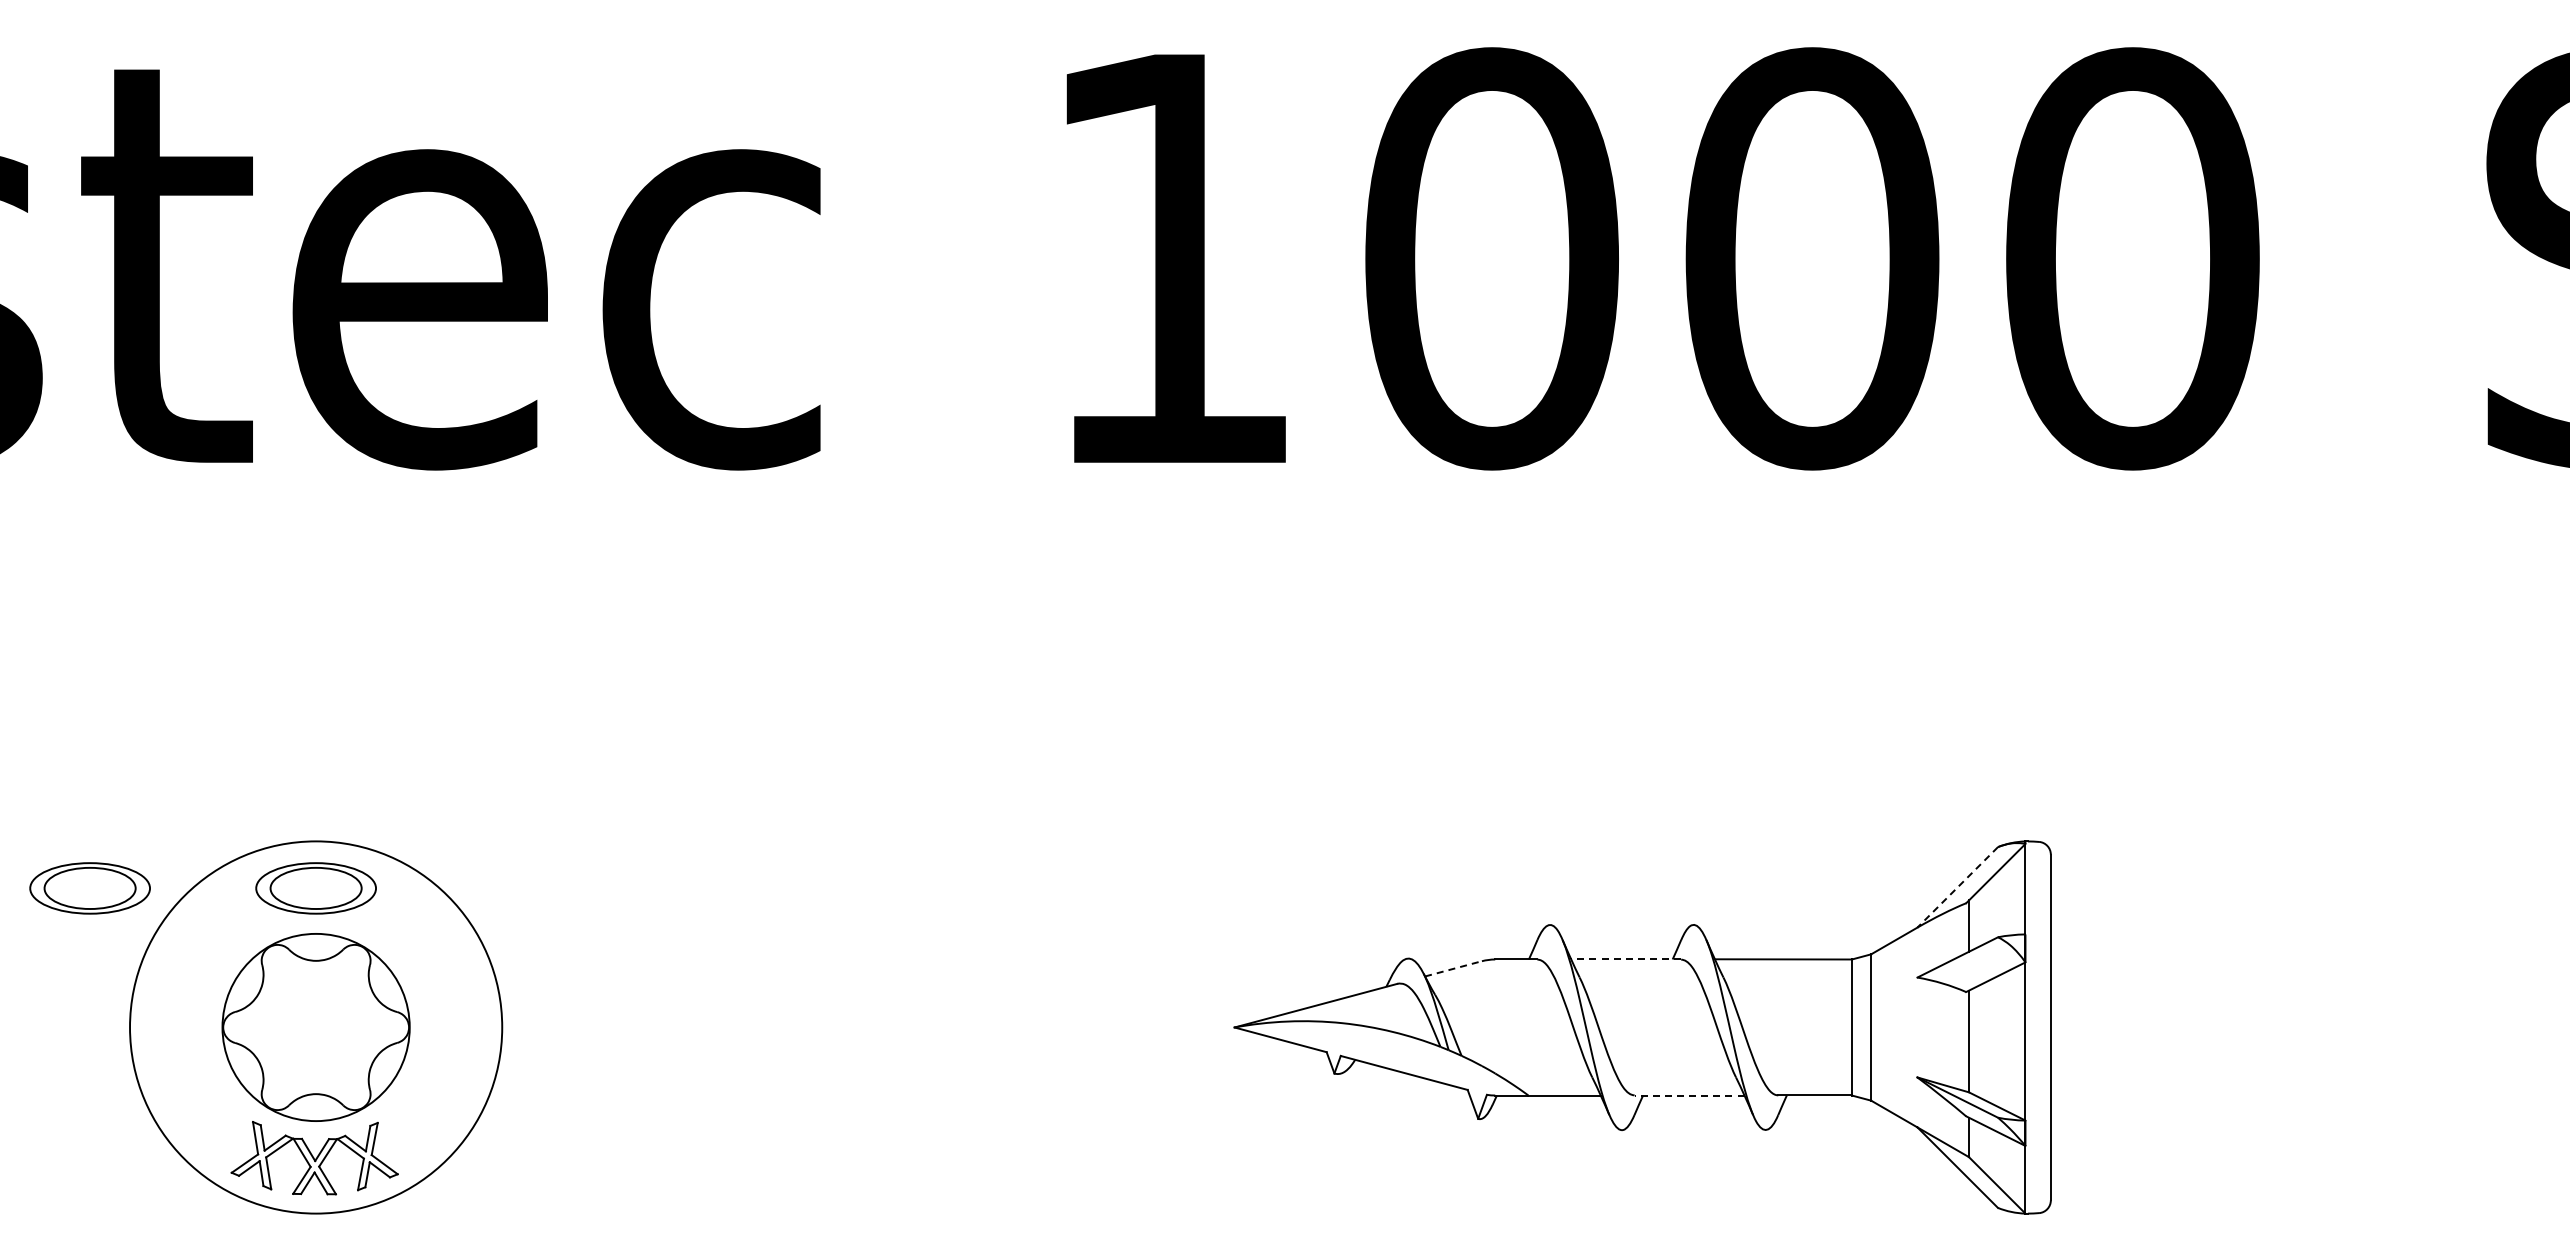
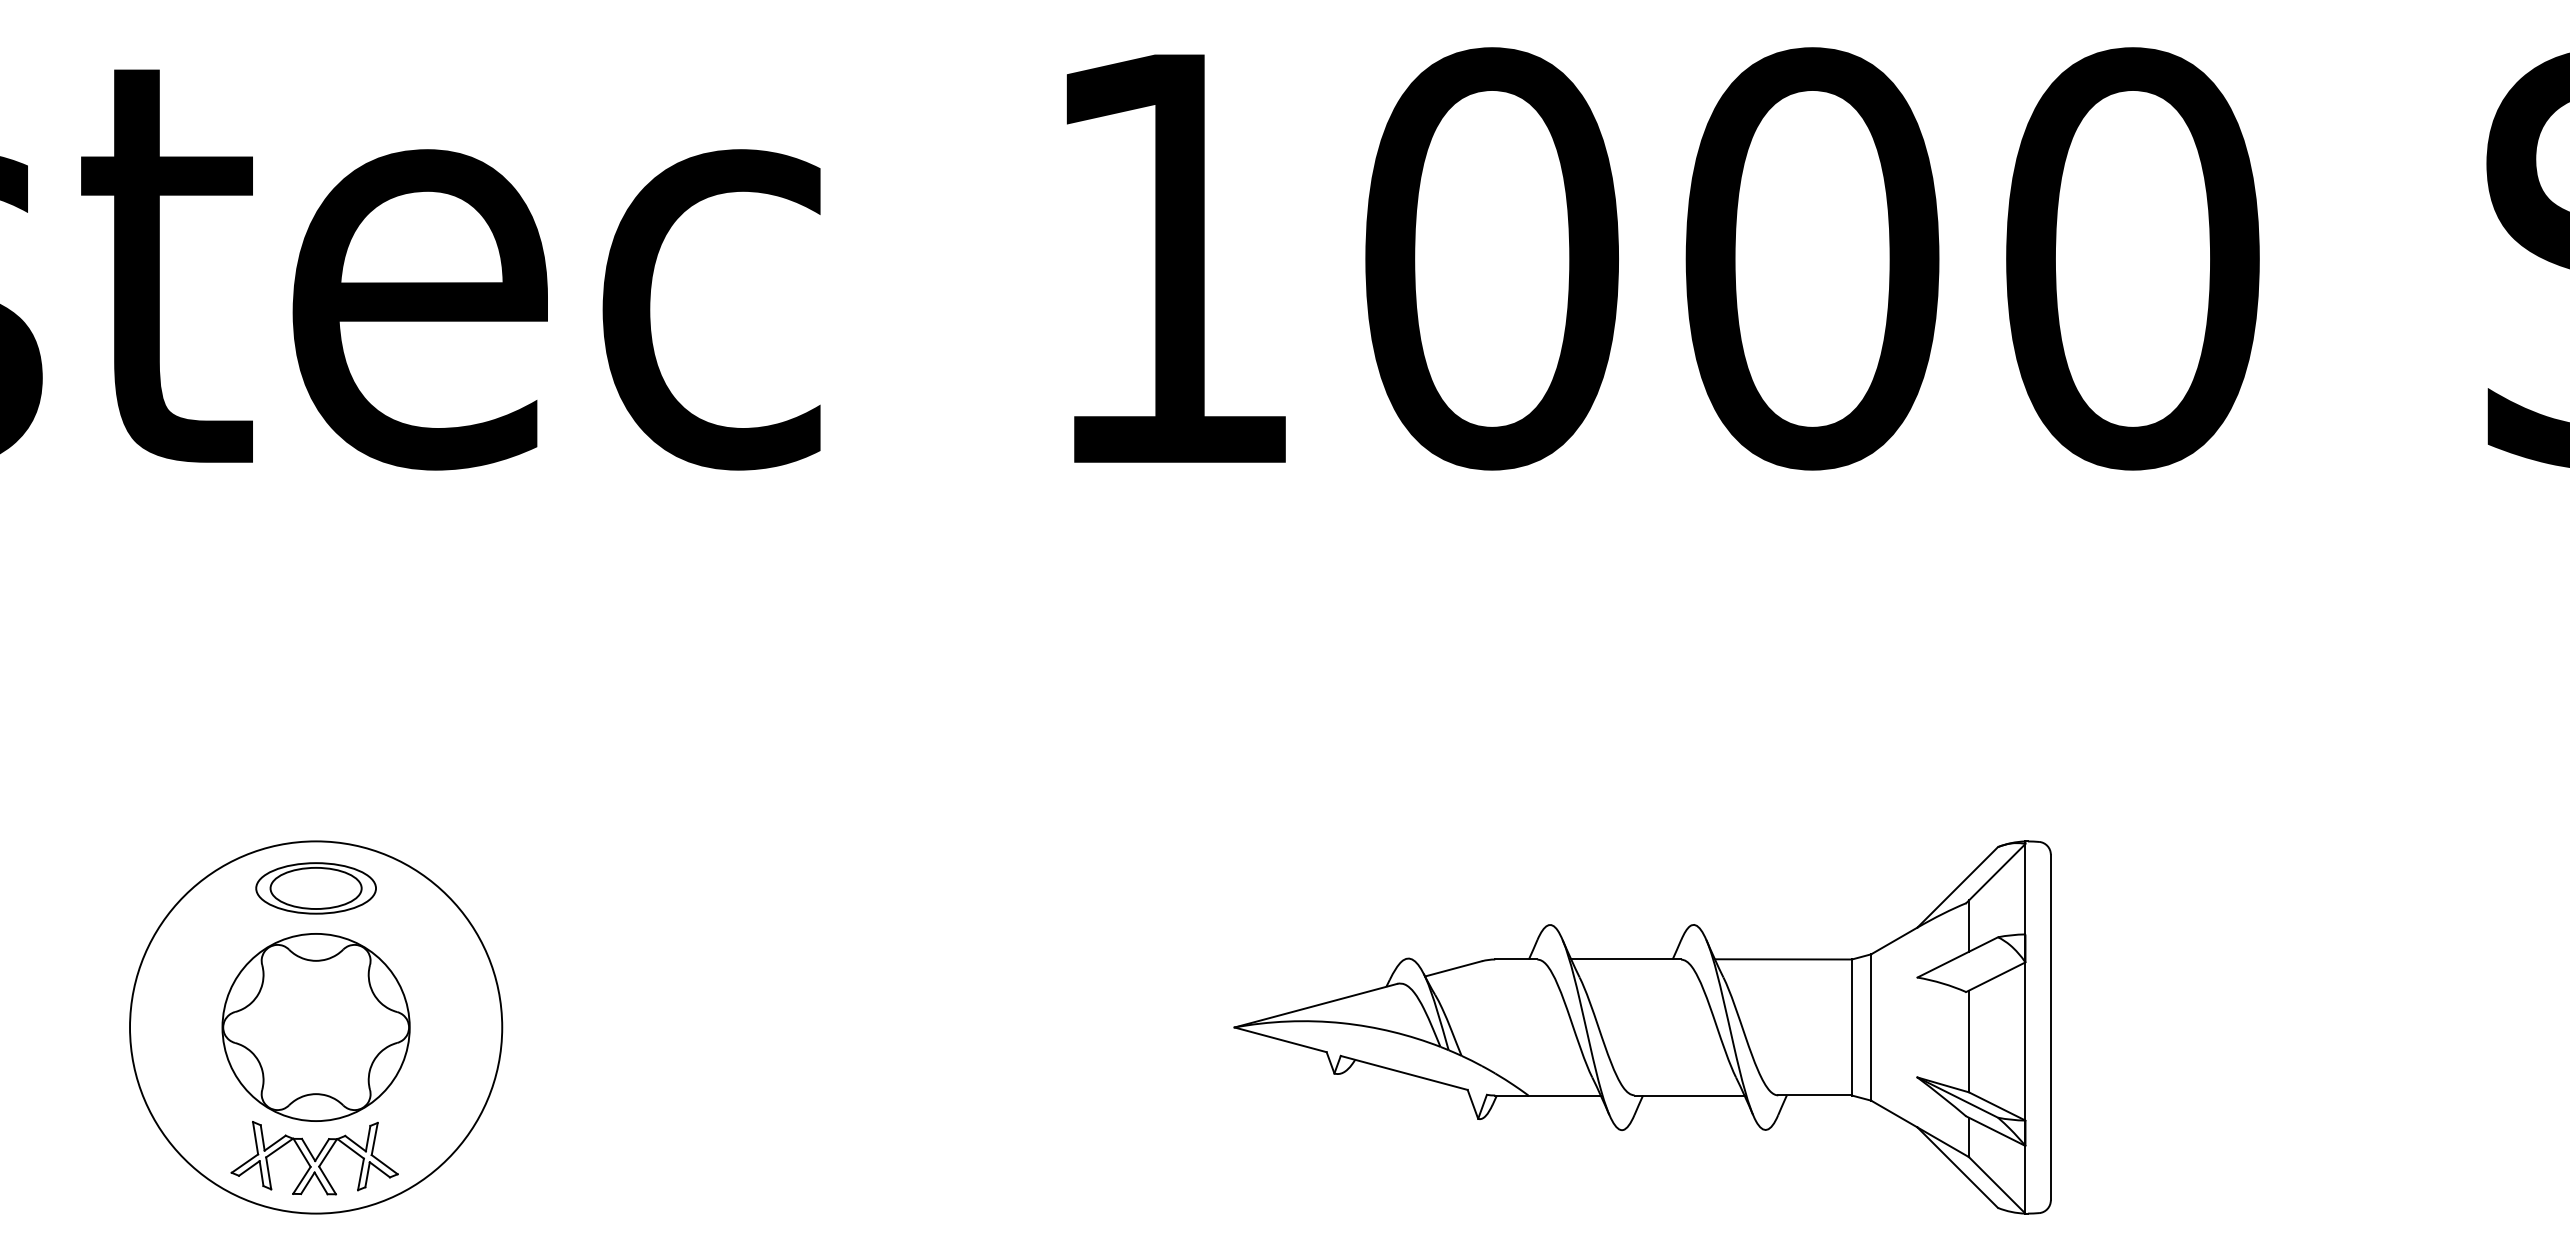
line at (1957, 887): dashed -> solid
part at (89, 888): present -> none
line at (1626, 959): dashed -> solid
line at (1453, 968): dashed -> solid
line at (1689, 1095): dashed -> solid
